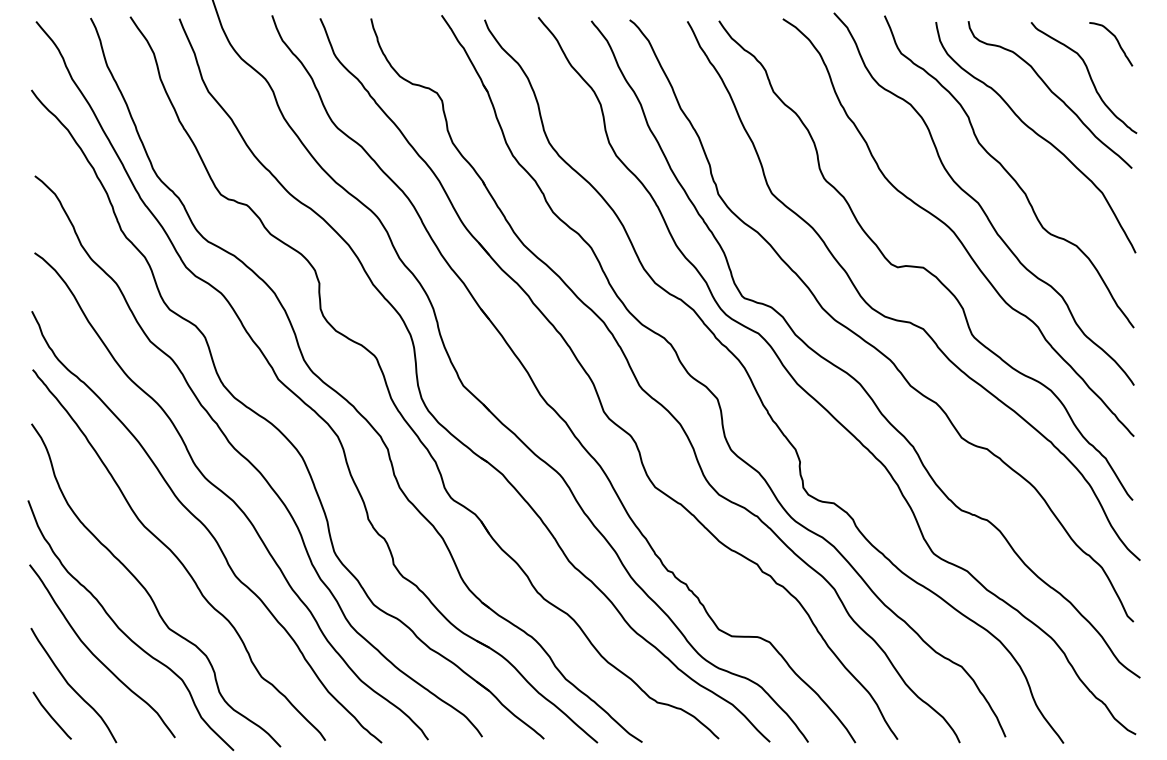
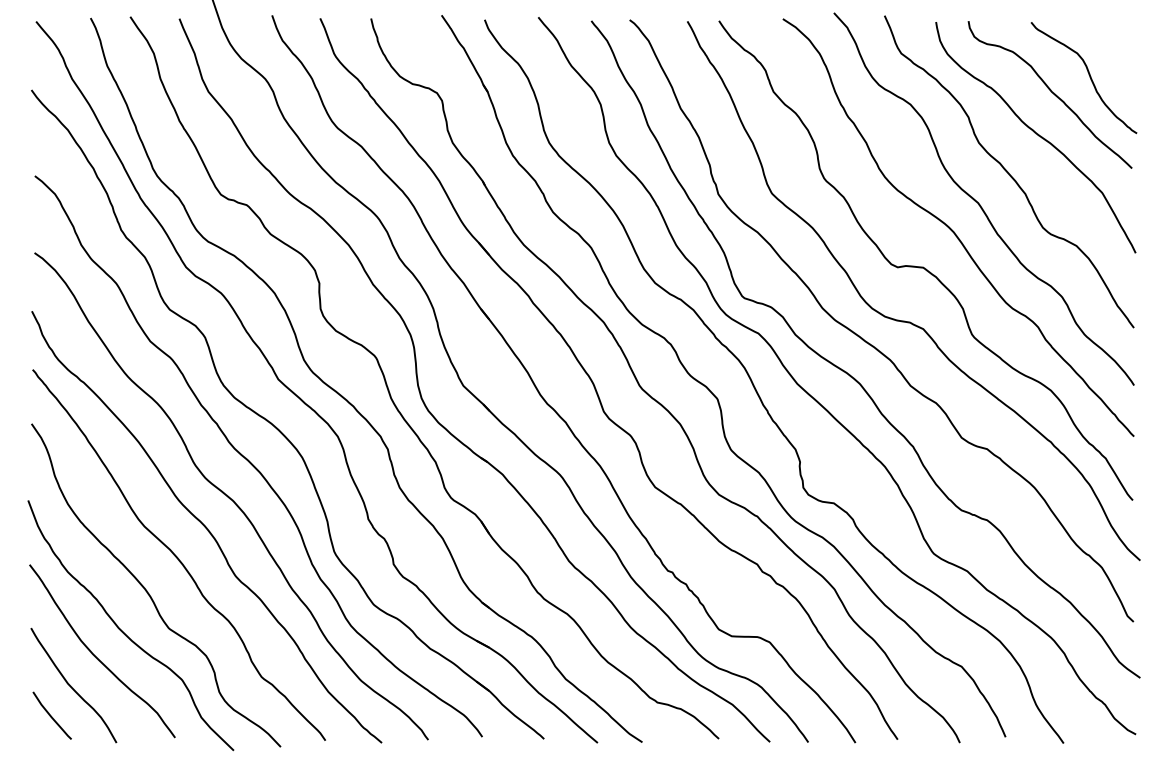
curve at (1117, 42): present -> none
